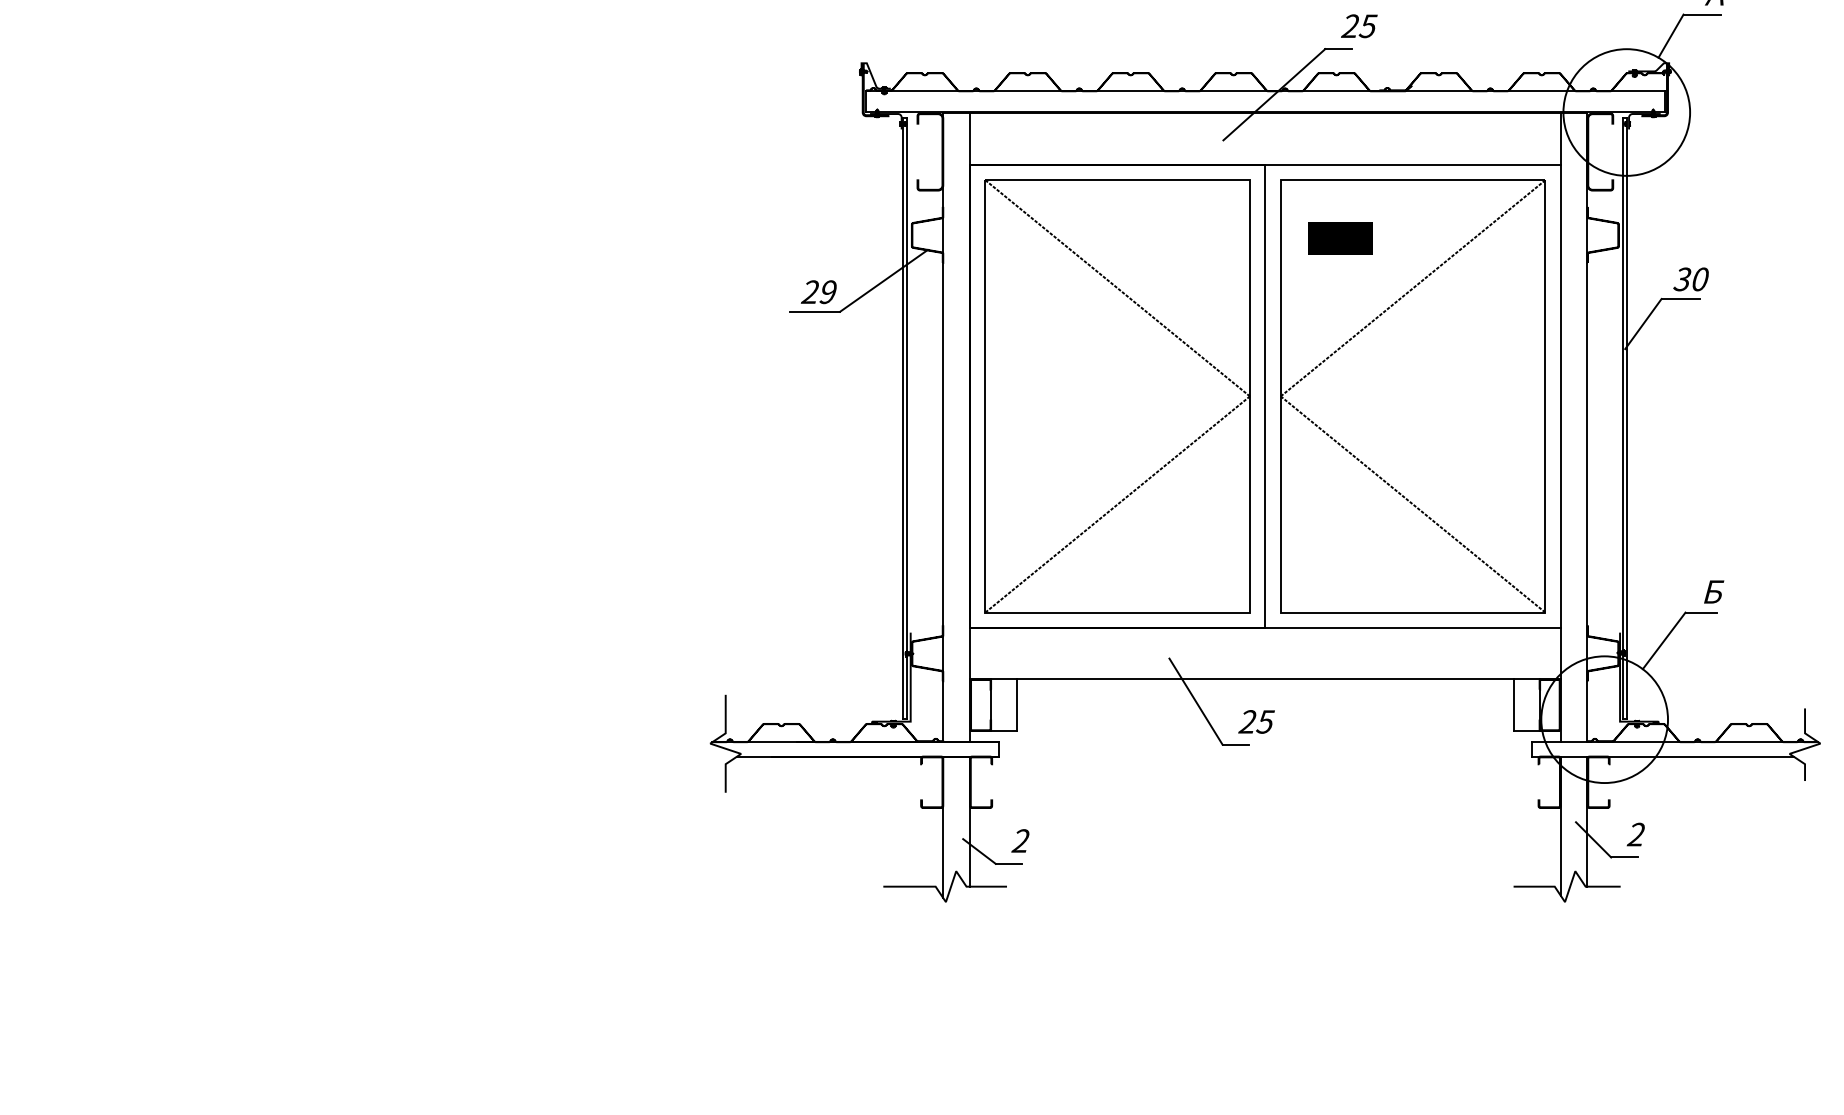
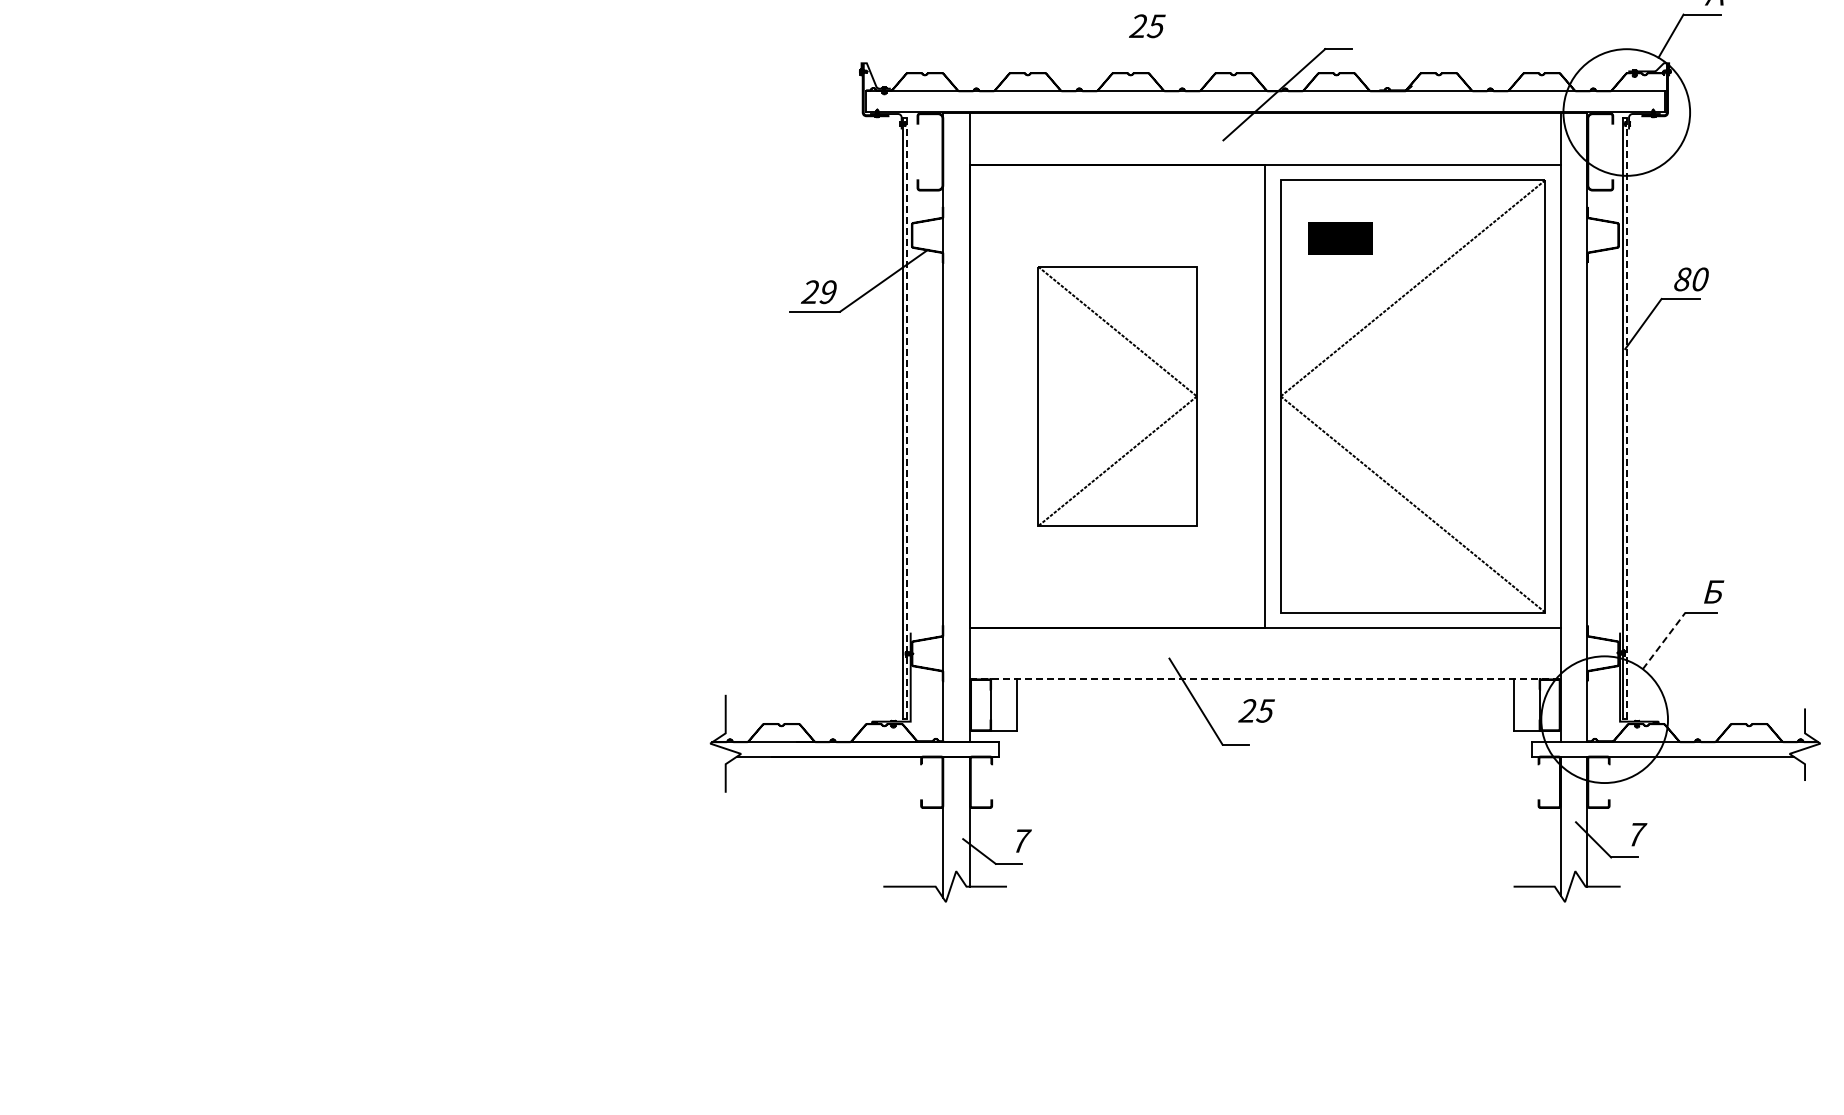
text at (1359, 26) position: (1359, 26) -> (1147, 26)
text at (1682, 279): 30 -> 80
part at (1117, 396) size: 267x435 px -> 161x261 px
line at (907, 418): solid -> dashed
line at (1627, 418): solid -> dashed
line at (1664, 640): solid -> dashed
line at (1265, 679): solid -> dashed
text at (1256, 721) position: (1256, 721) -> (1256, 710)
text at (1636, 834): 2 -> 7
text at (1021, 840): 2 -> 7
